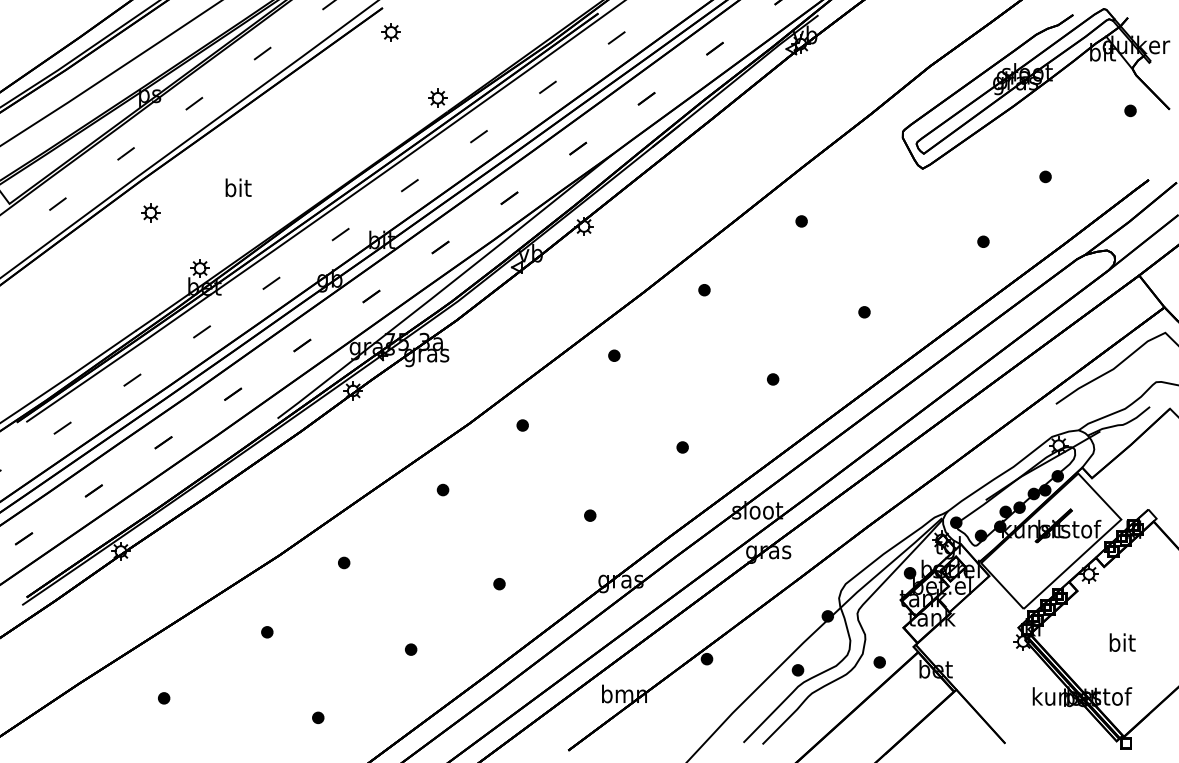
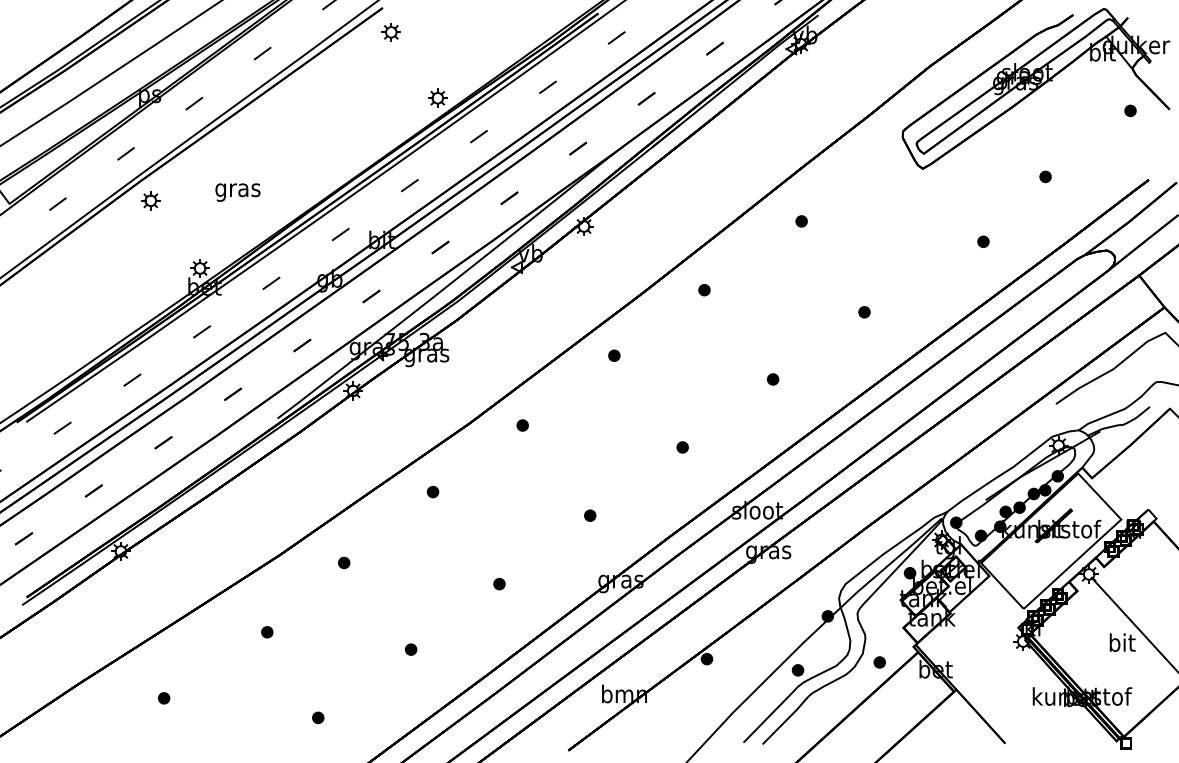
text at (237, 189): bit -> gras
part at (150, 212) position: (150, 212) -> (150, 200)
part at (442, 489) position: (442, 489) -> (432, 491)
line at (1133, 623): none -> present
